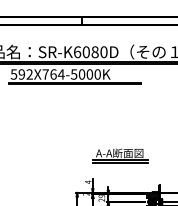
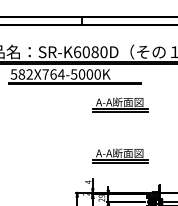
text at (21, 74): 592X764-5000K -> 582X764-5000K
part at (120, 104): none -> present
